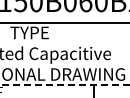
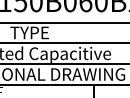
line at (64, 43): none -> present
line at (64, 64): none -> present
line at (65, 84): dashed -> solid
